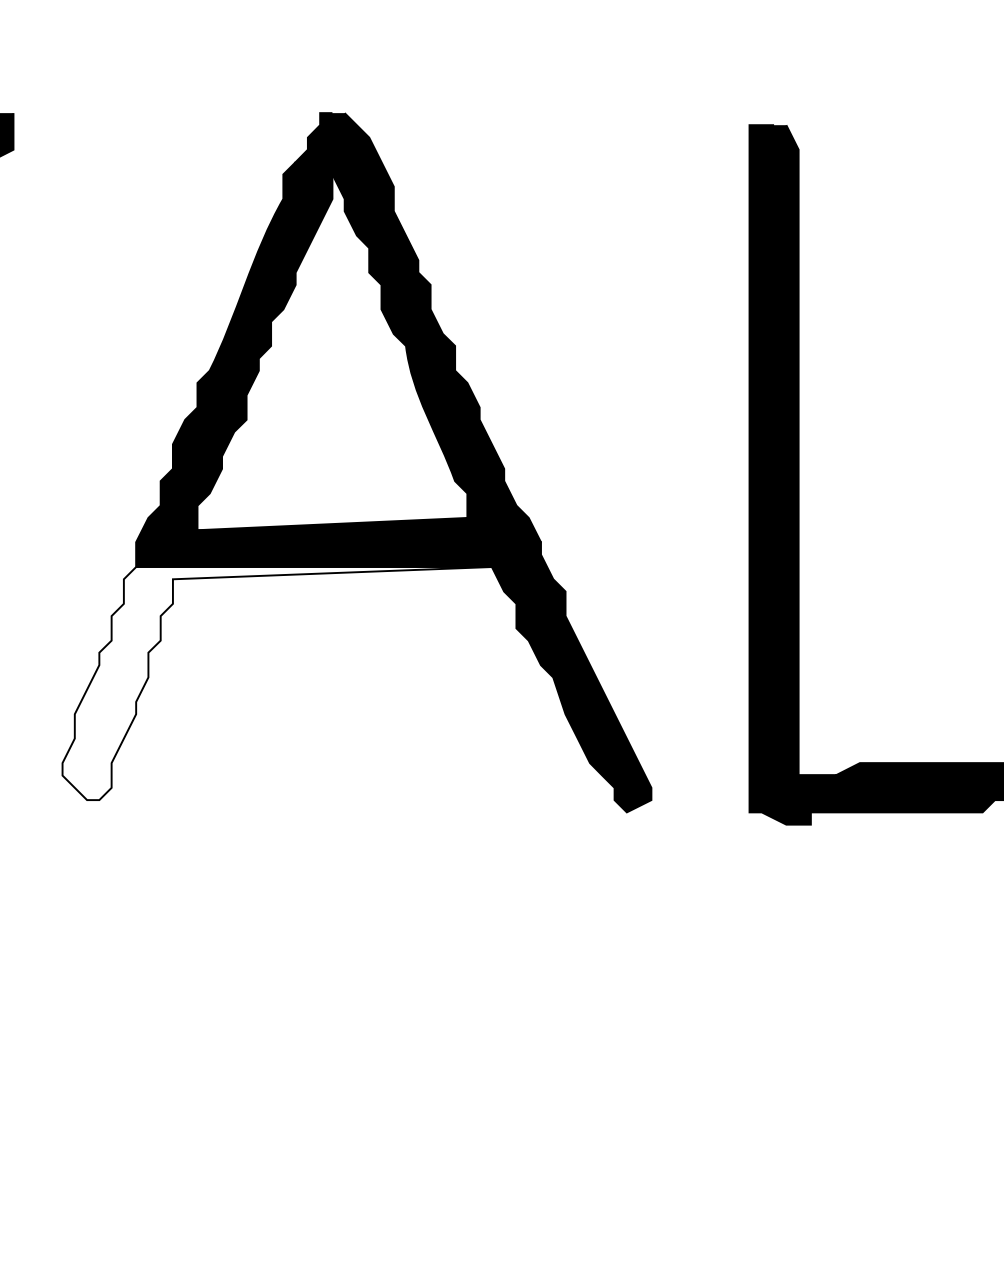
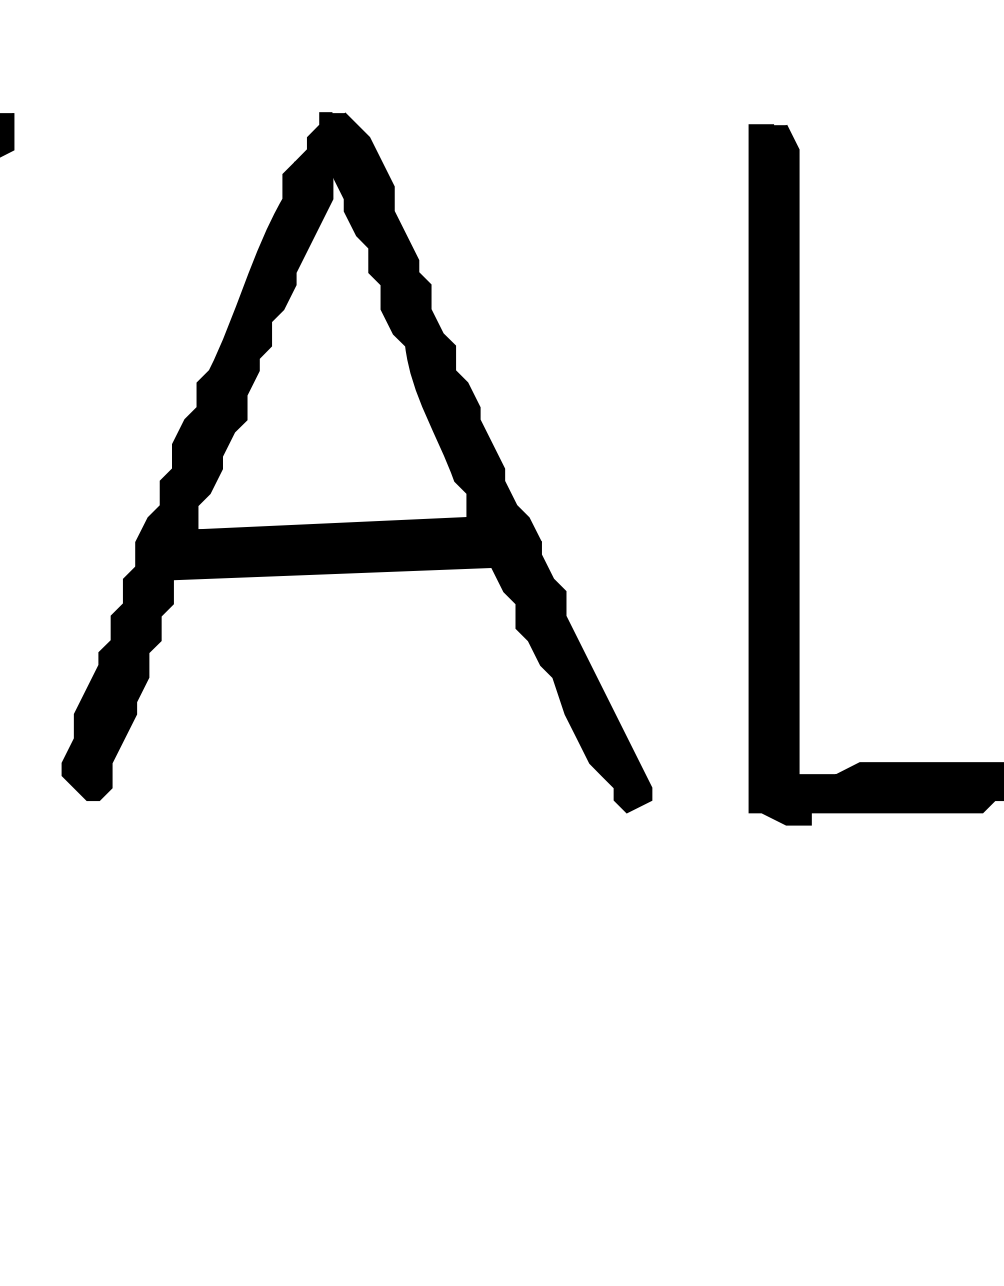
fill at (276, 683): none -> present
